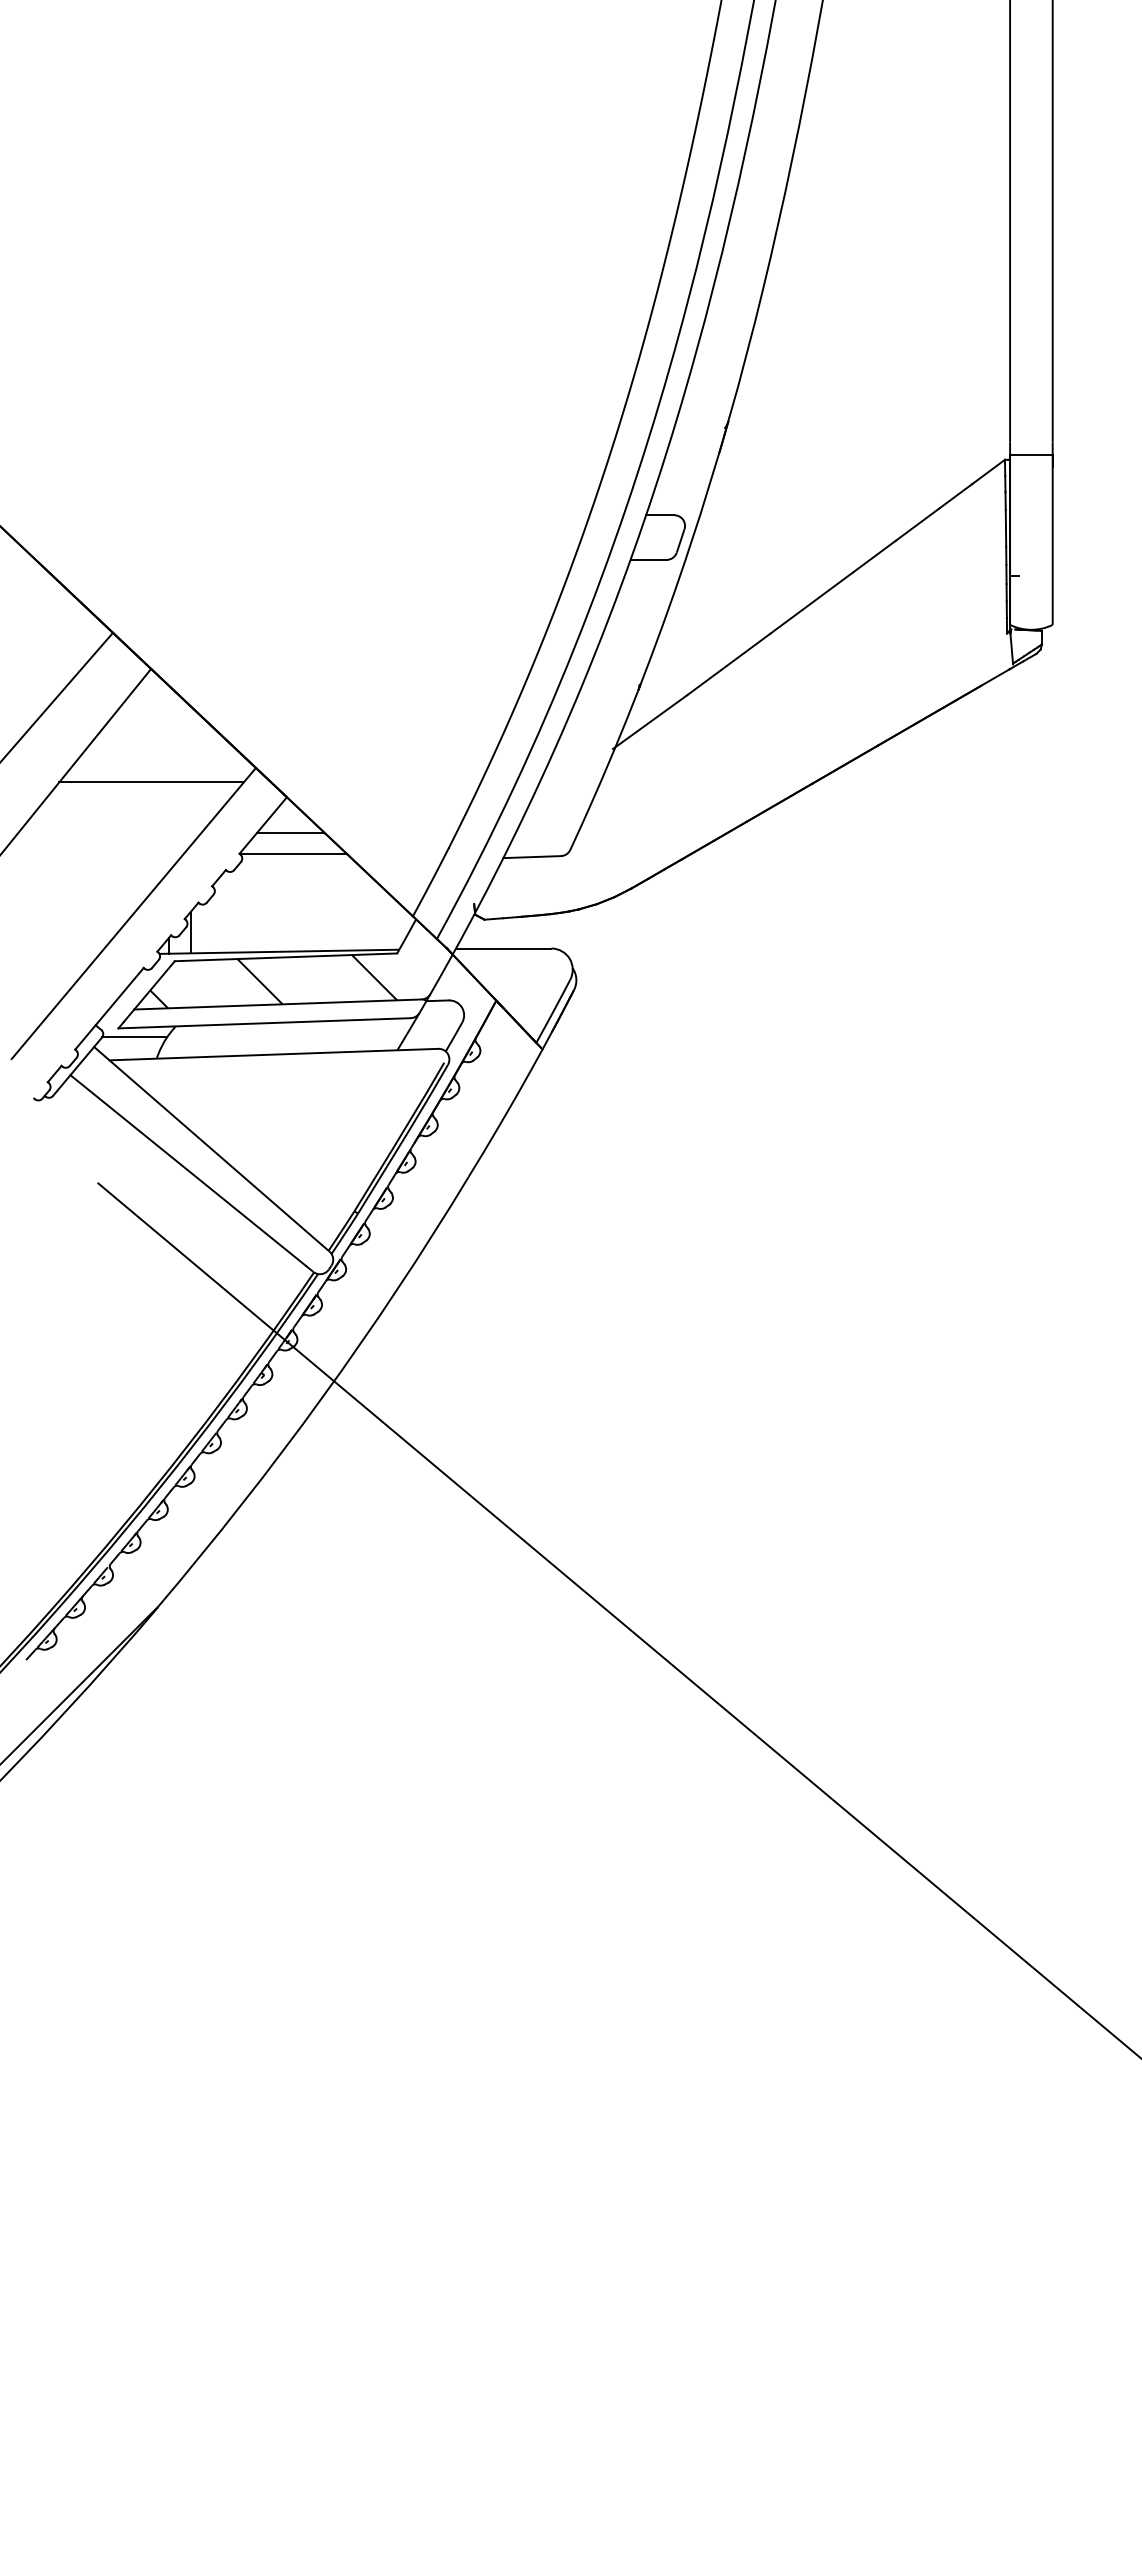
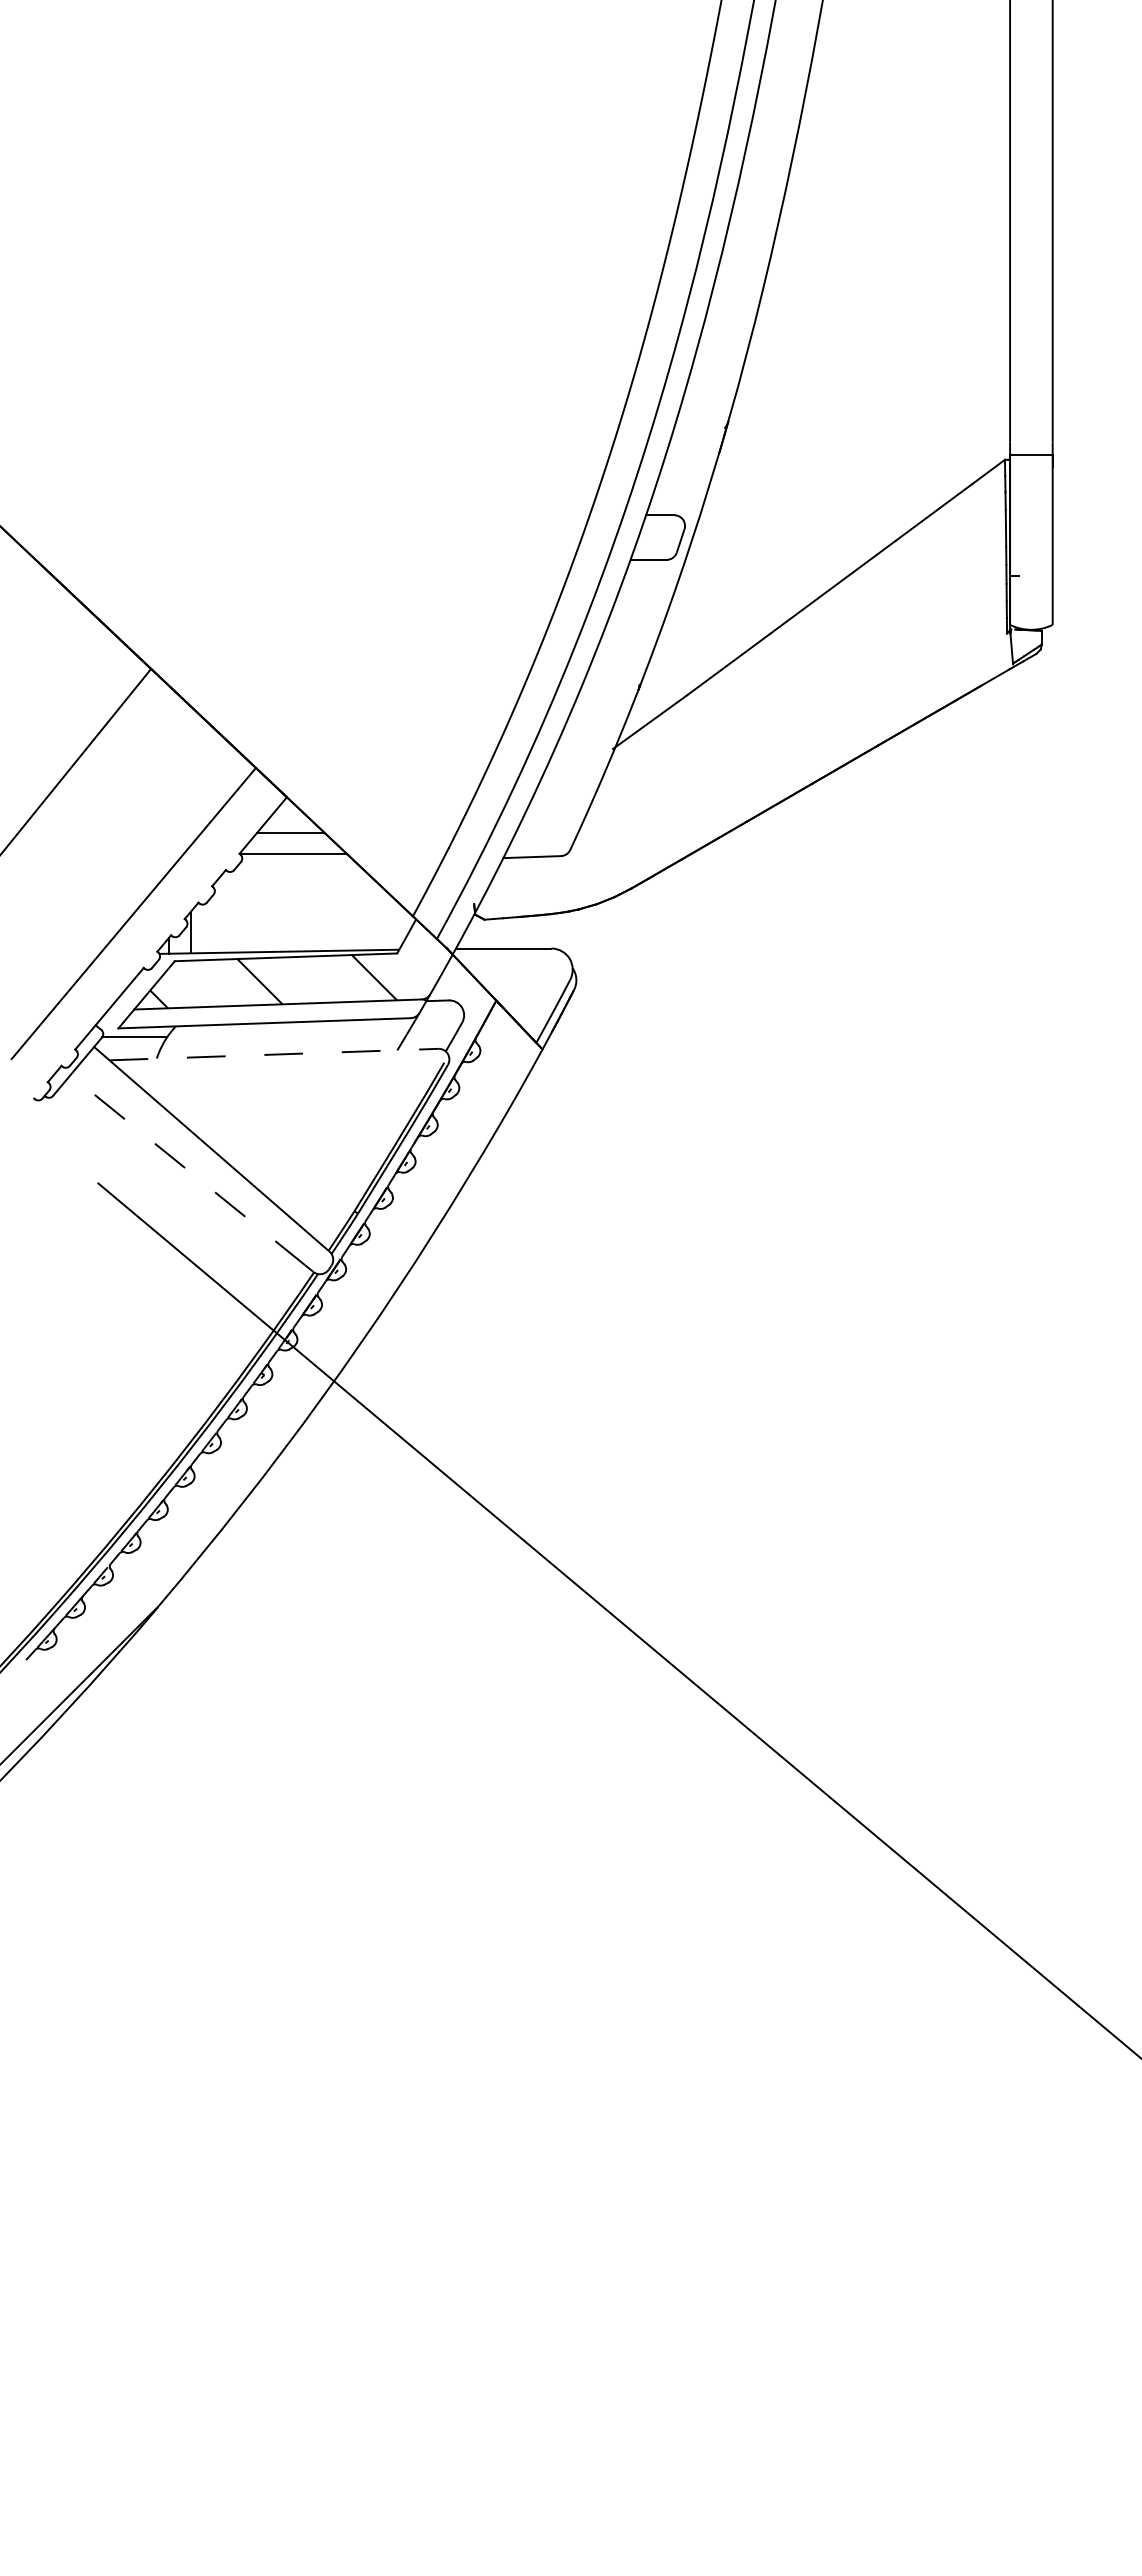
line at (57, 696): present -> none
line at (151, 782): present -> none
line at (273, 1054): solid -> dashed
line at (187, 1170): solid -> dashed
